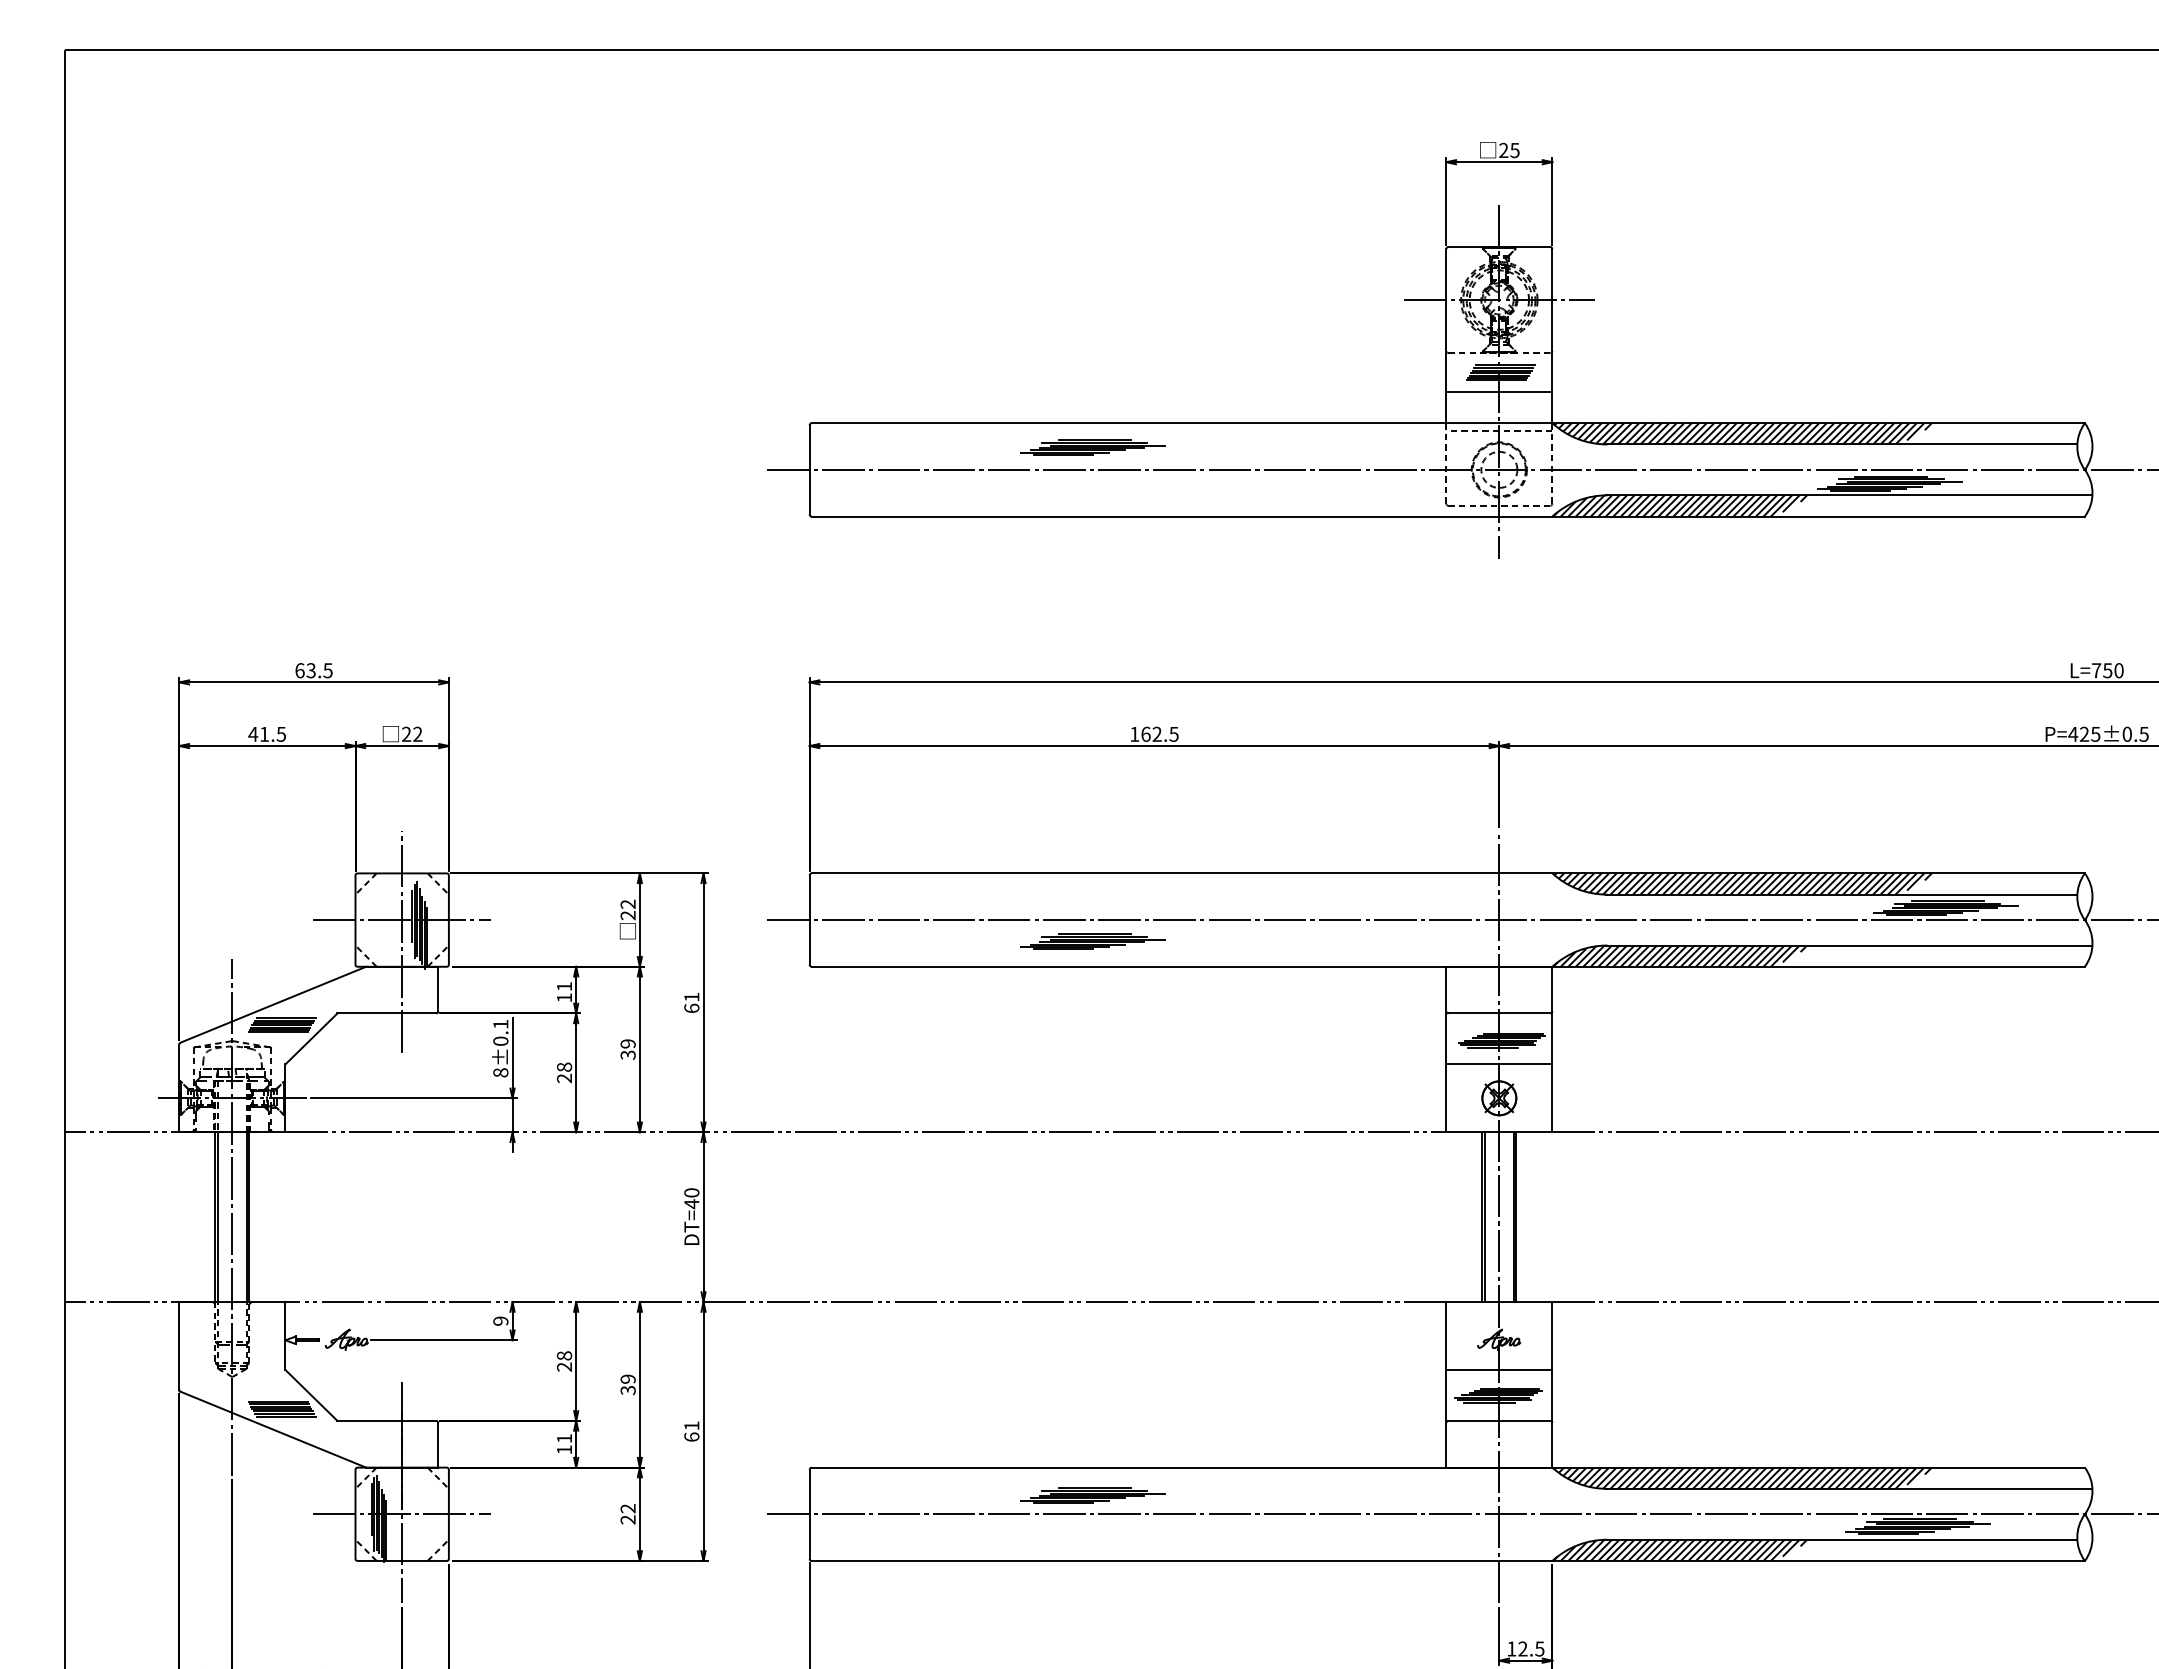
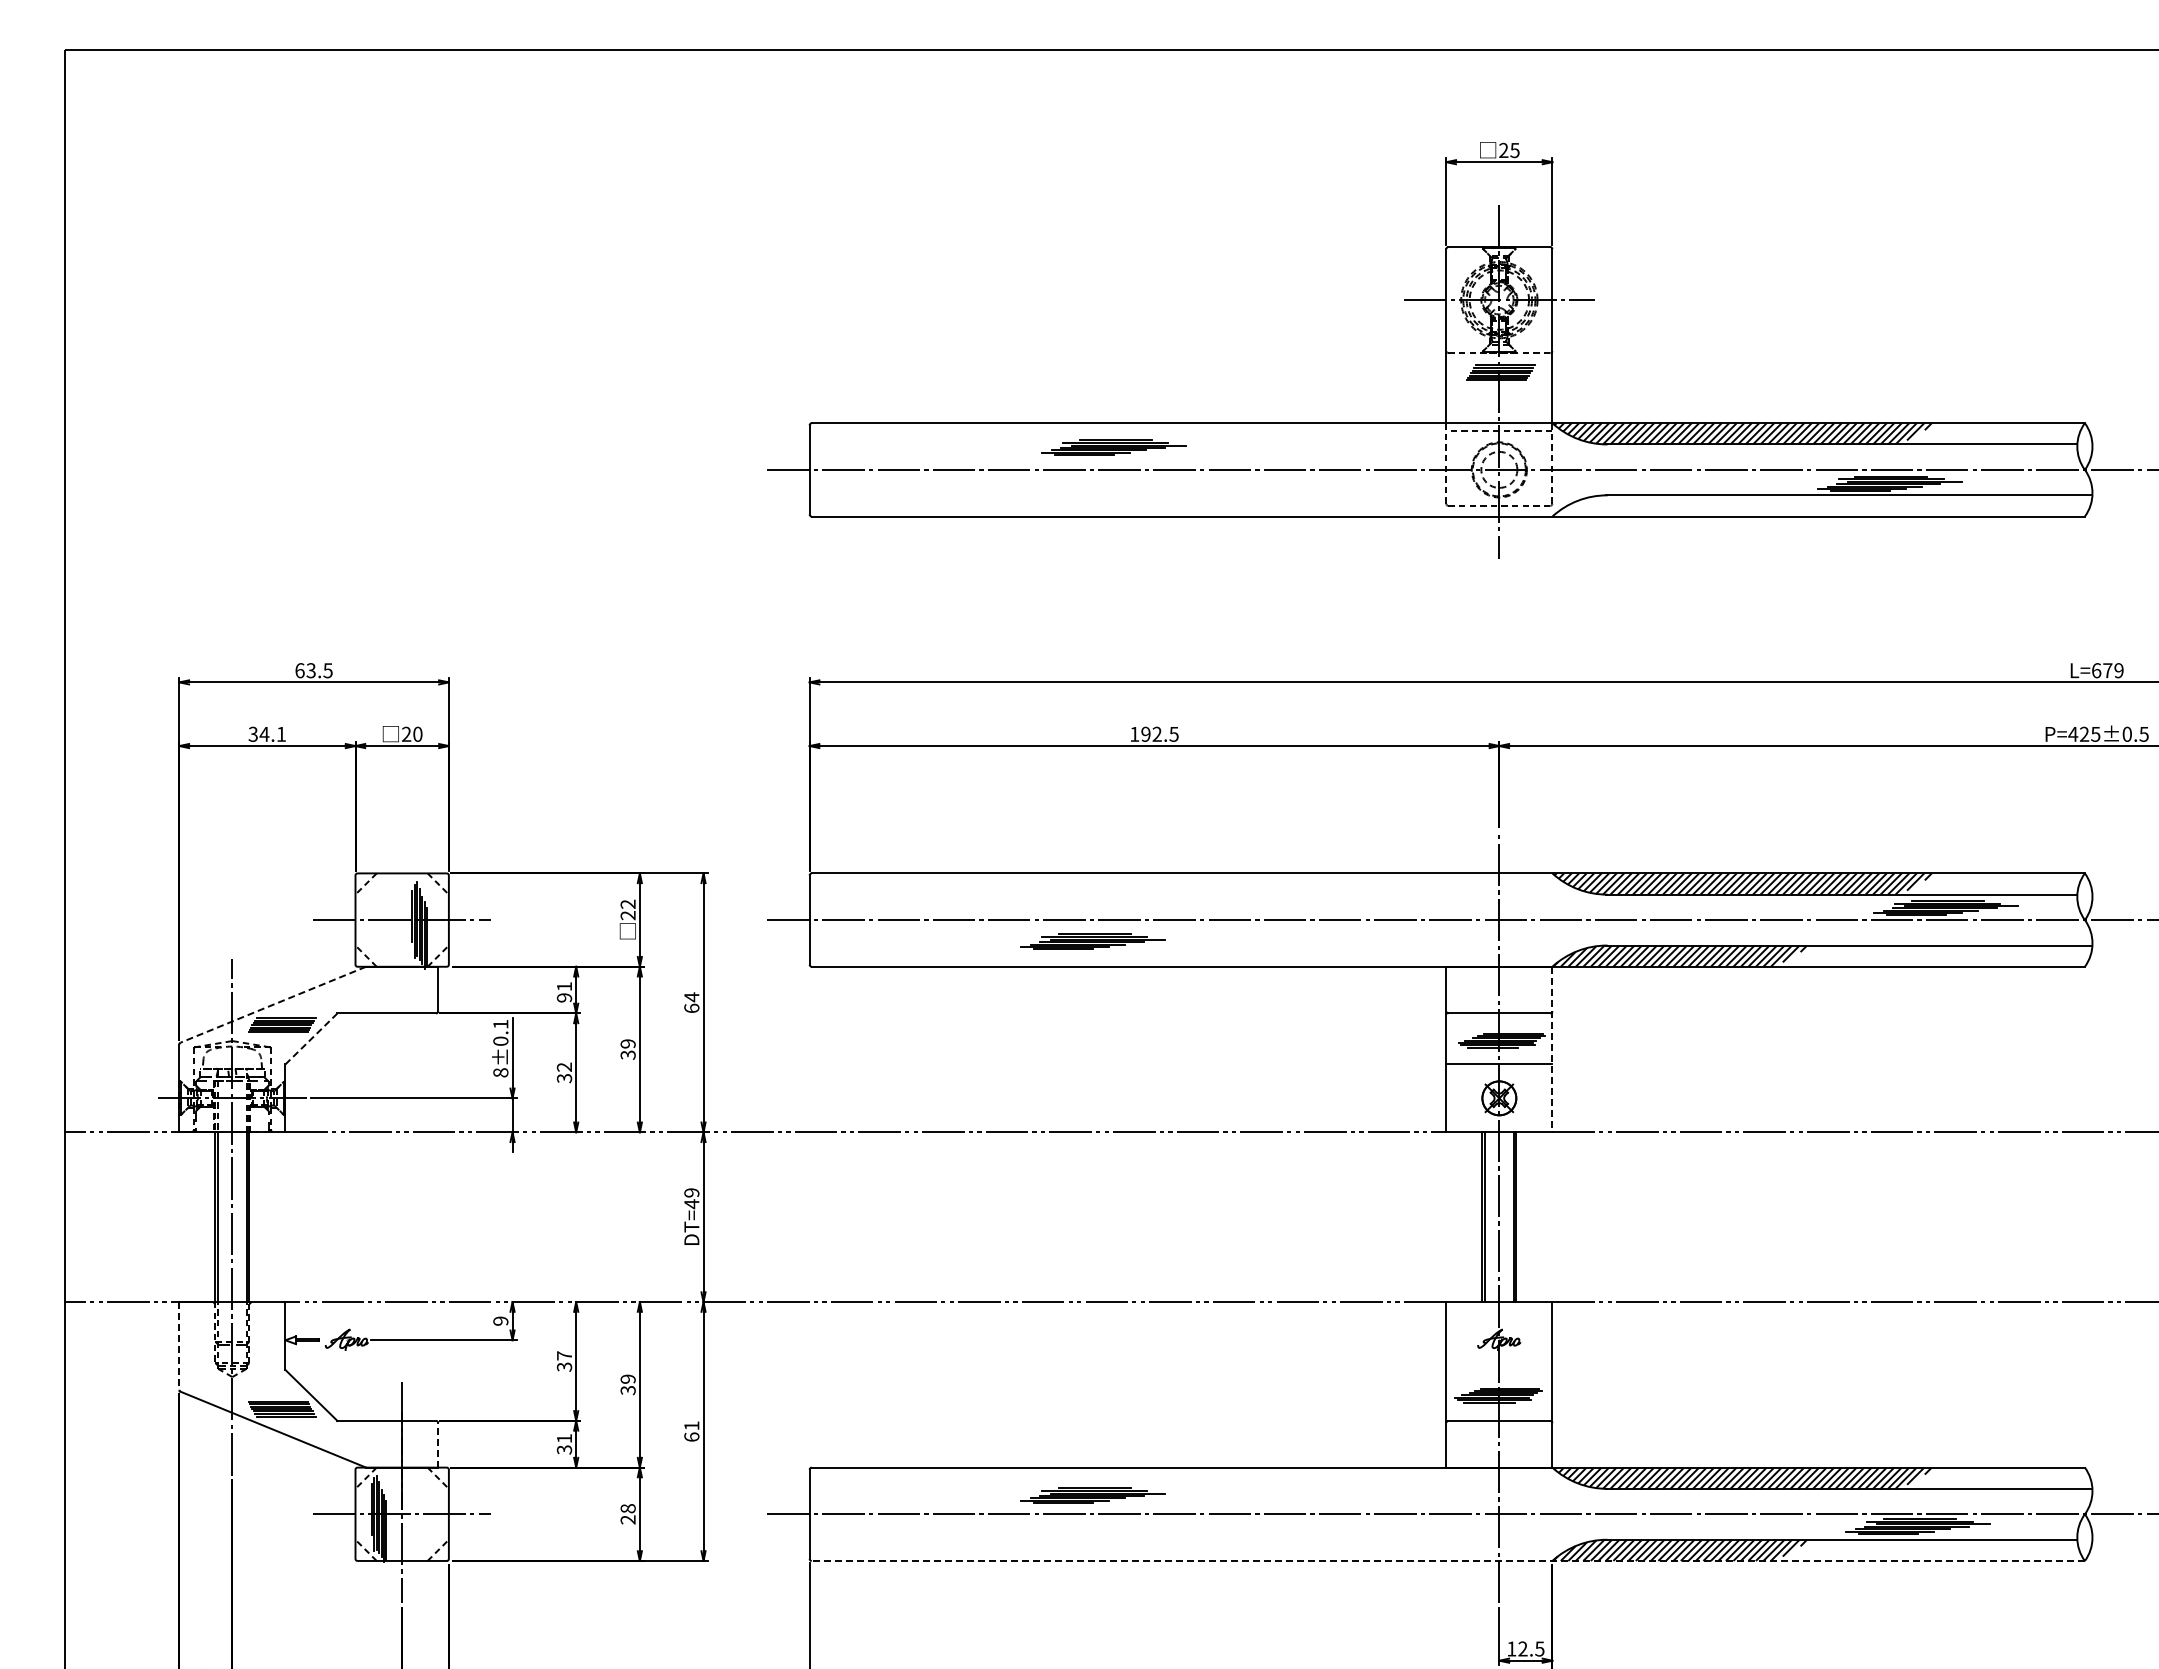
line at (1499, 392): present -> none
part at (1092, 447) position: (1092, 447) -> (1113, 447)
hatch at (1680, 505): present -> none
text at (2107, 670): L=750 -> L=679
text at (266, 733): 41.5 -> 34.1
text at (417, 733): 22 -> 20
text at (1145, 733): 162.5 -> 192.5
line at (402, 941): present -> none
text at (564, 997): 11 -> 91
text at (691, 997): 61 -> 64
line at (272, 1004): solid -> dashed
line at (311, 1039): solid -> dashed
line at (1552, 1049): solid -> dashed
text at (564, 1072): 28 -> 32
text at (691, 1192): DT=40 -> DT=49
line at (179, 1345): solid -> dashed
text at (564, 1361): 28 -> 37
line at (1499, 1369): present -> none
line at (438, 1444): solid -> dashed
text at (564, 1449): 11 -> 31
text at (627, 1508): 22 -> 28
line at (1448, 1560): solid -> dashed
